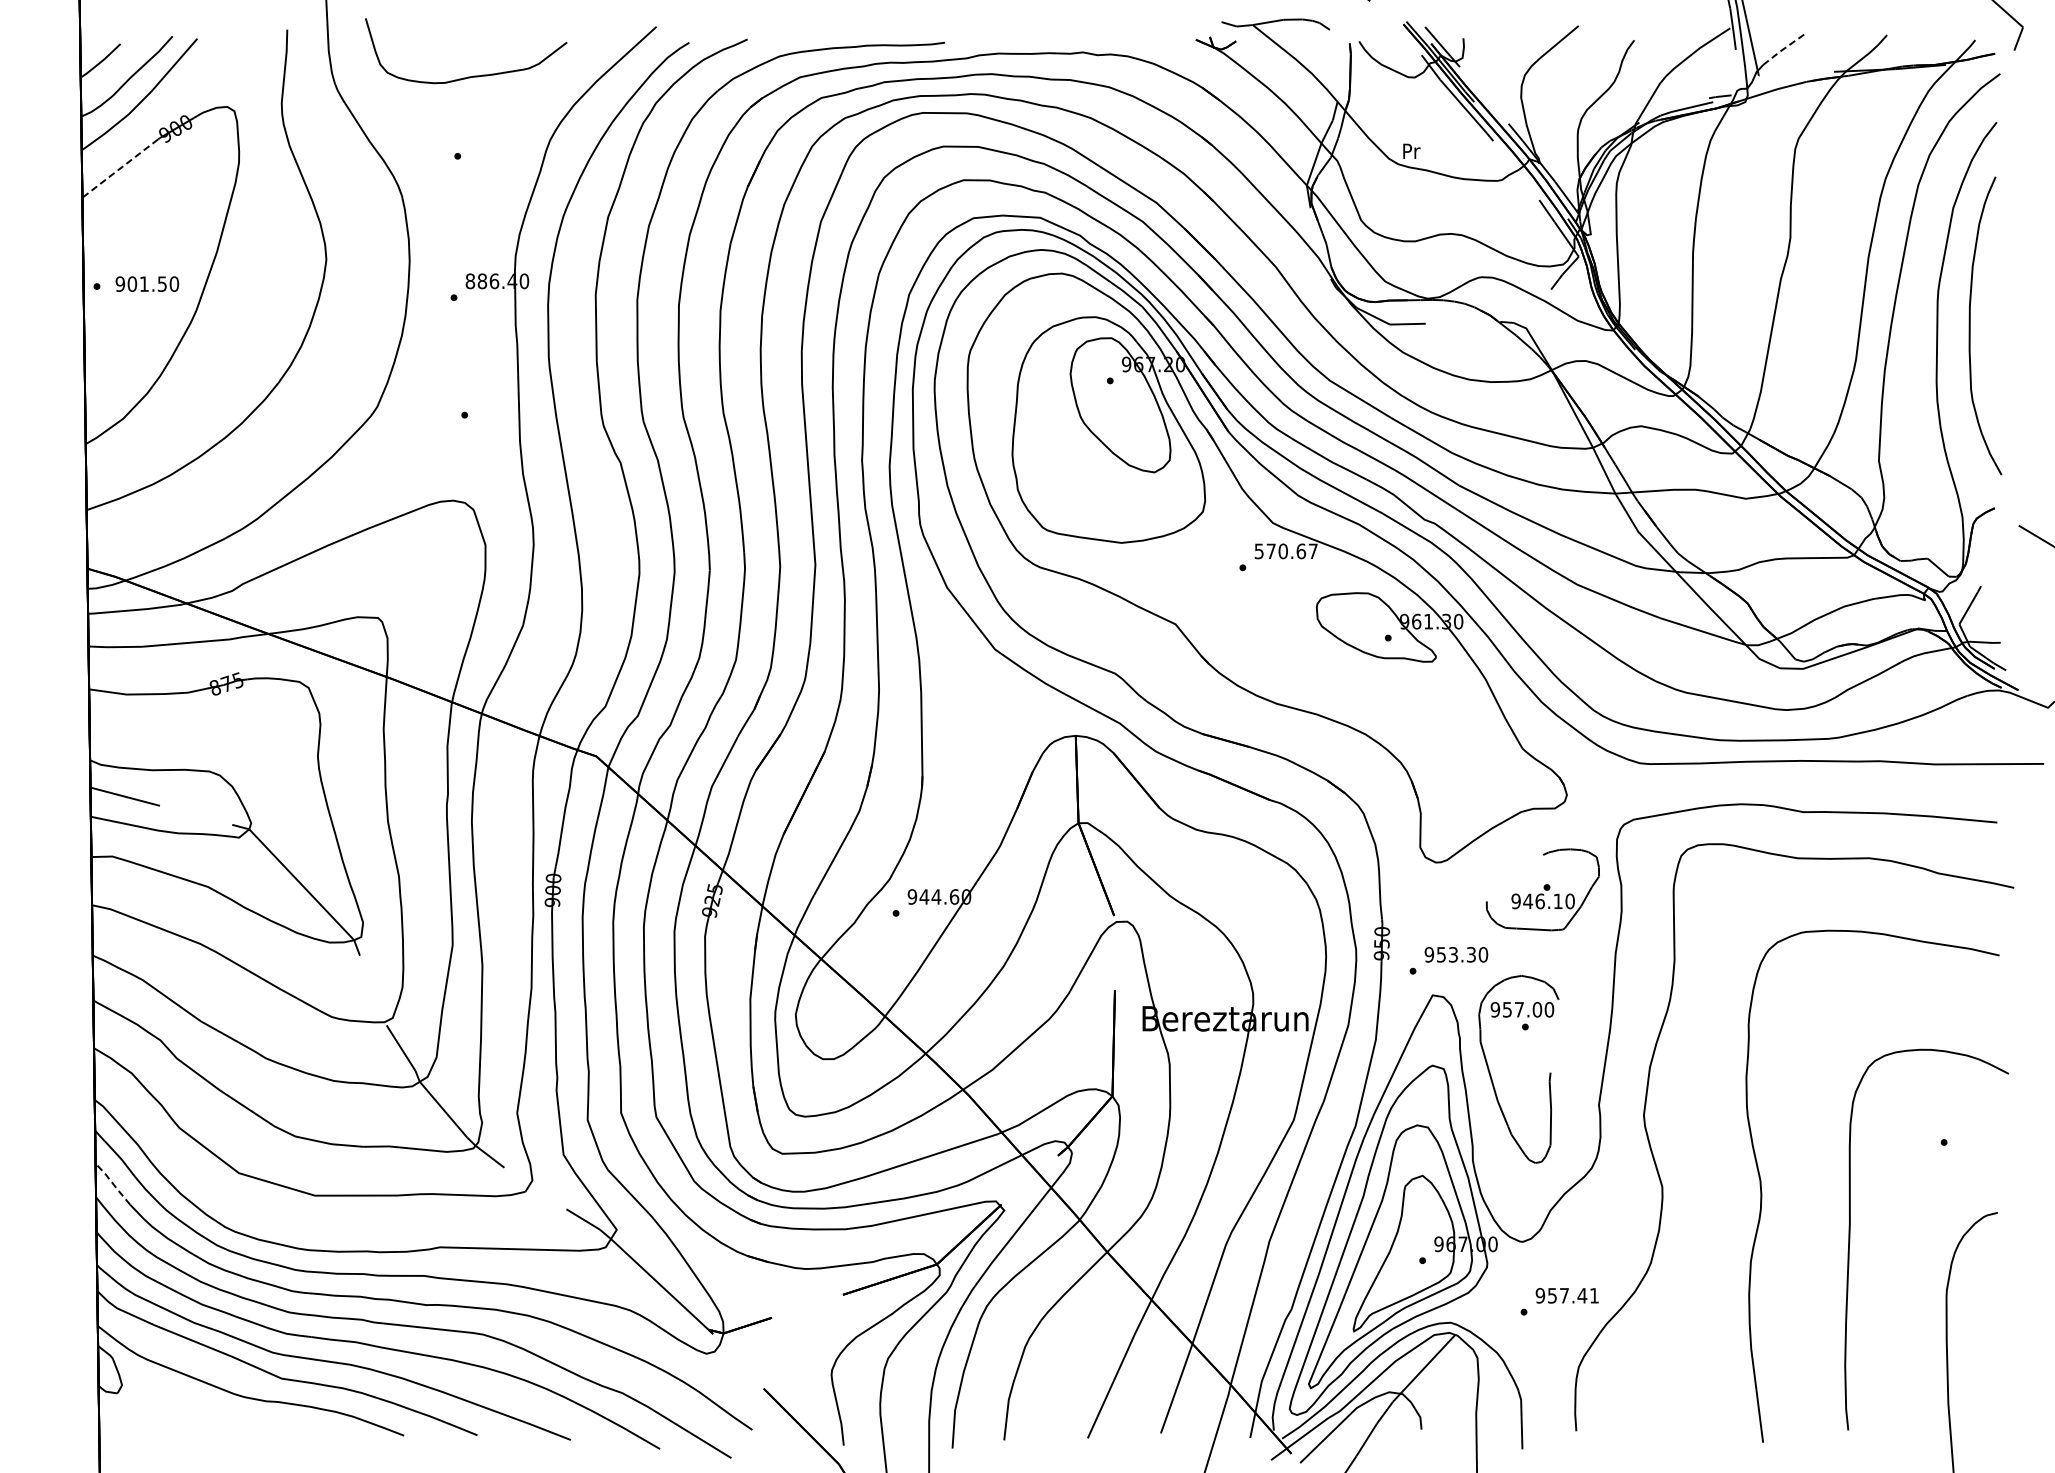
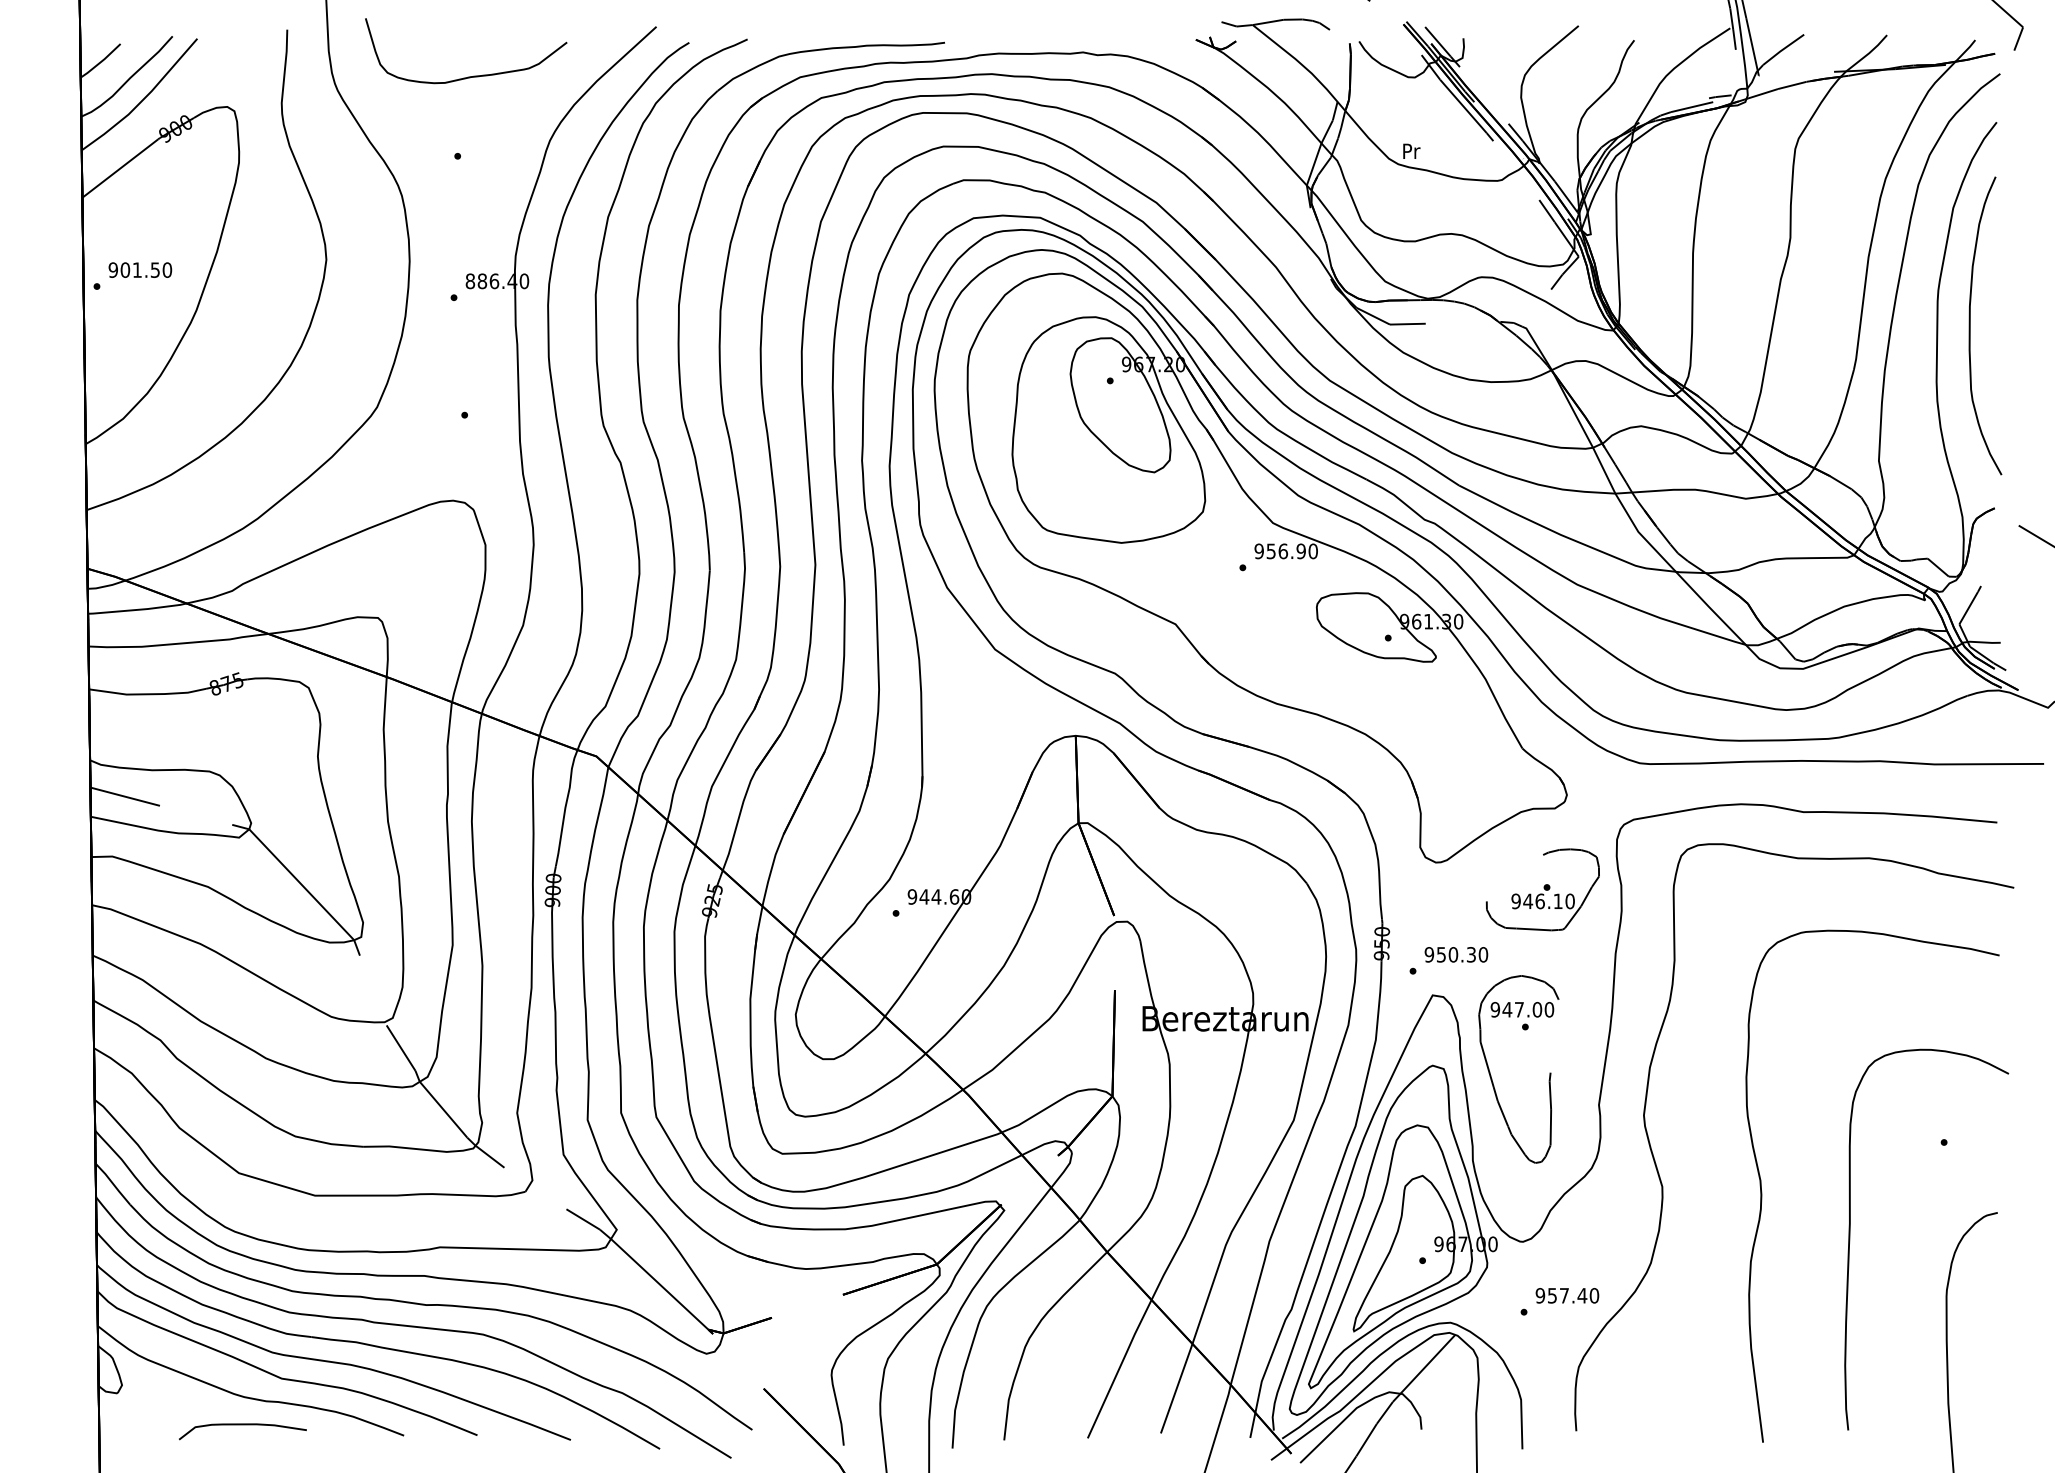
line at (1782, 49): dashed -> solid
line at (120, 168): dashed -> solid
text at (147, 283) position: (147, 283) -> (140, 269)
text at (1285, 551): 570.67 -> 956.90
text at (1453, 954): 953.30 -> 950.30
text at (1507, 1009): 957.00 -> 947.00
line at (112, 1183): dashed -> solid
text at (1594, 1295): 957.41 -> 957.40
curve at (242, 1425): none -> present
